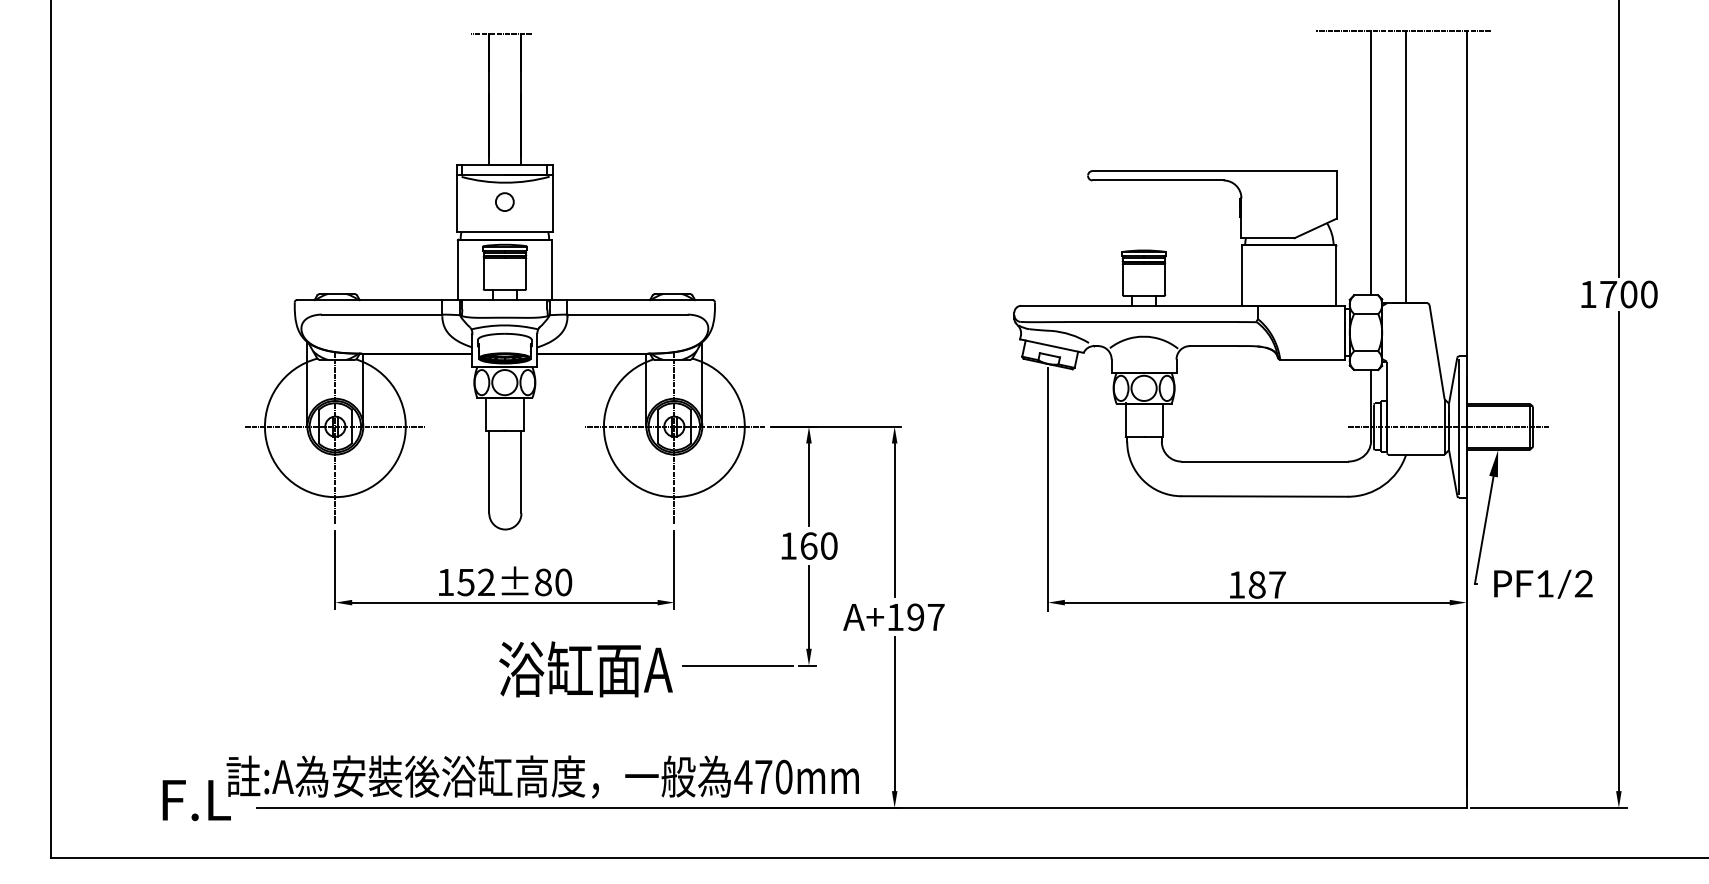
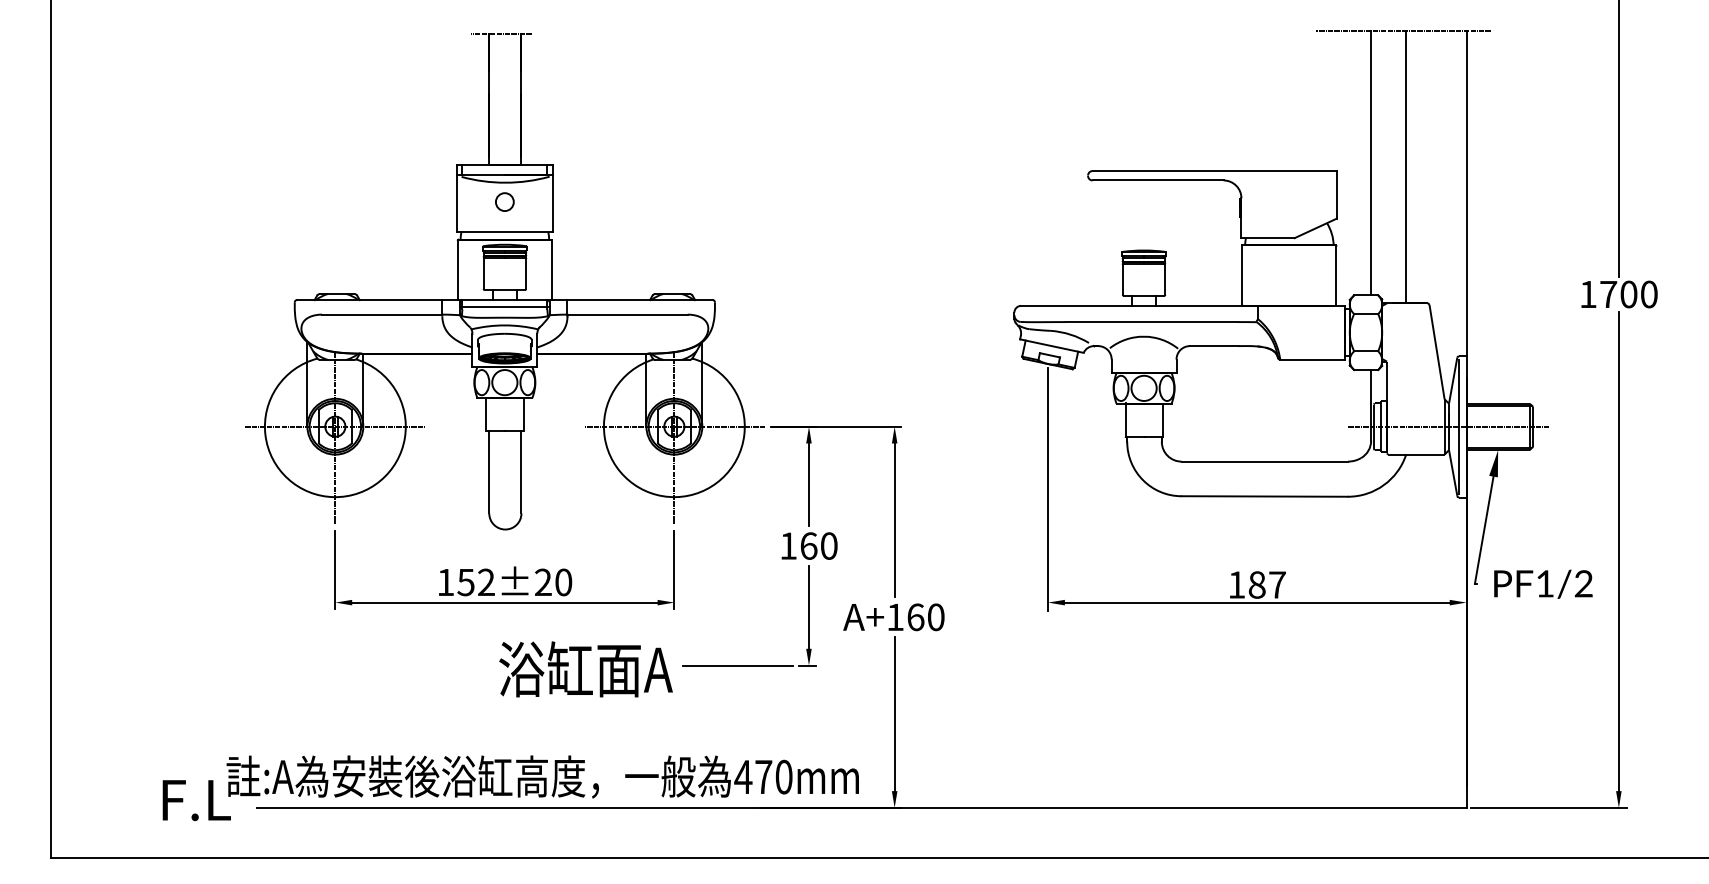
line at (504, 306): none -> present
text at (543, 582): 152±80 -> 152±20
text at (925, 617): A+197 -> A+160
